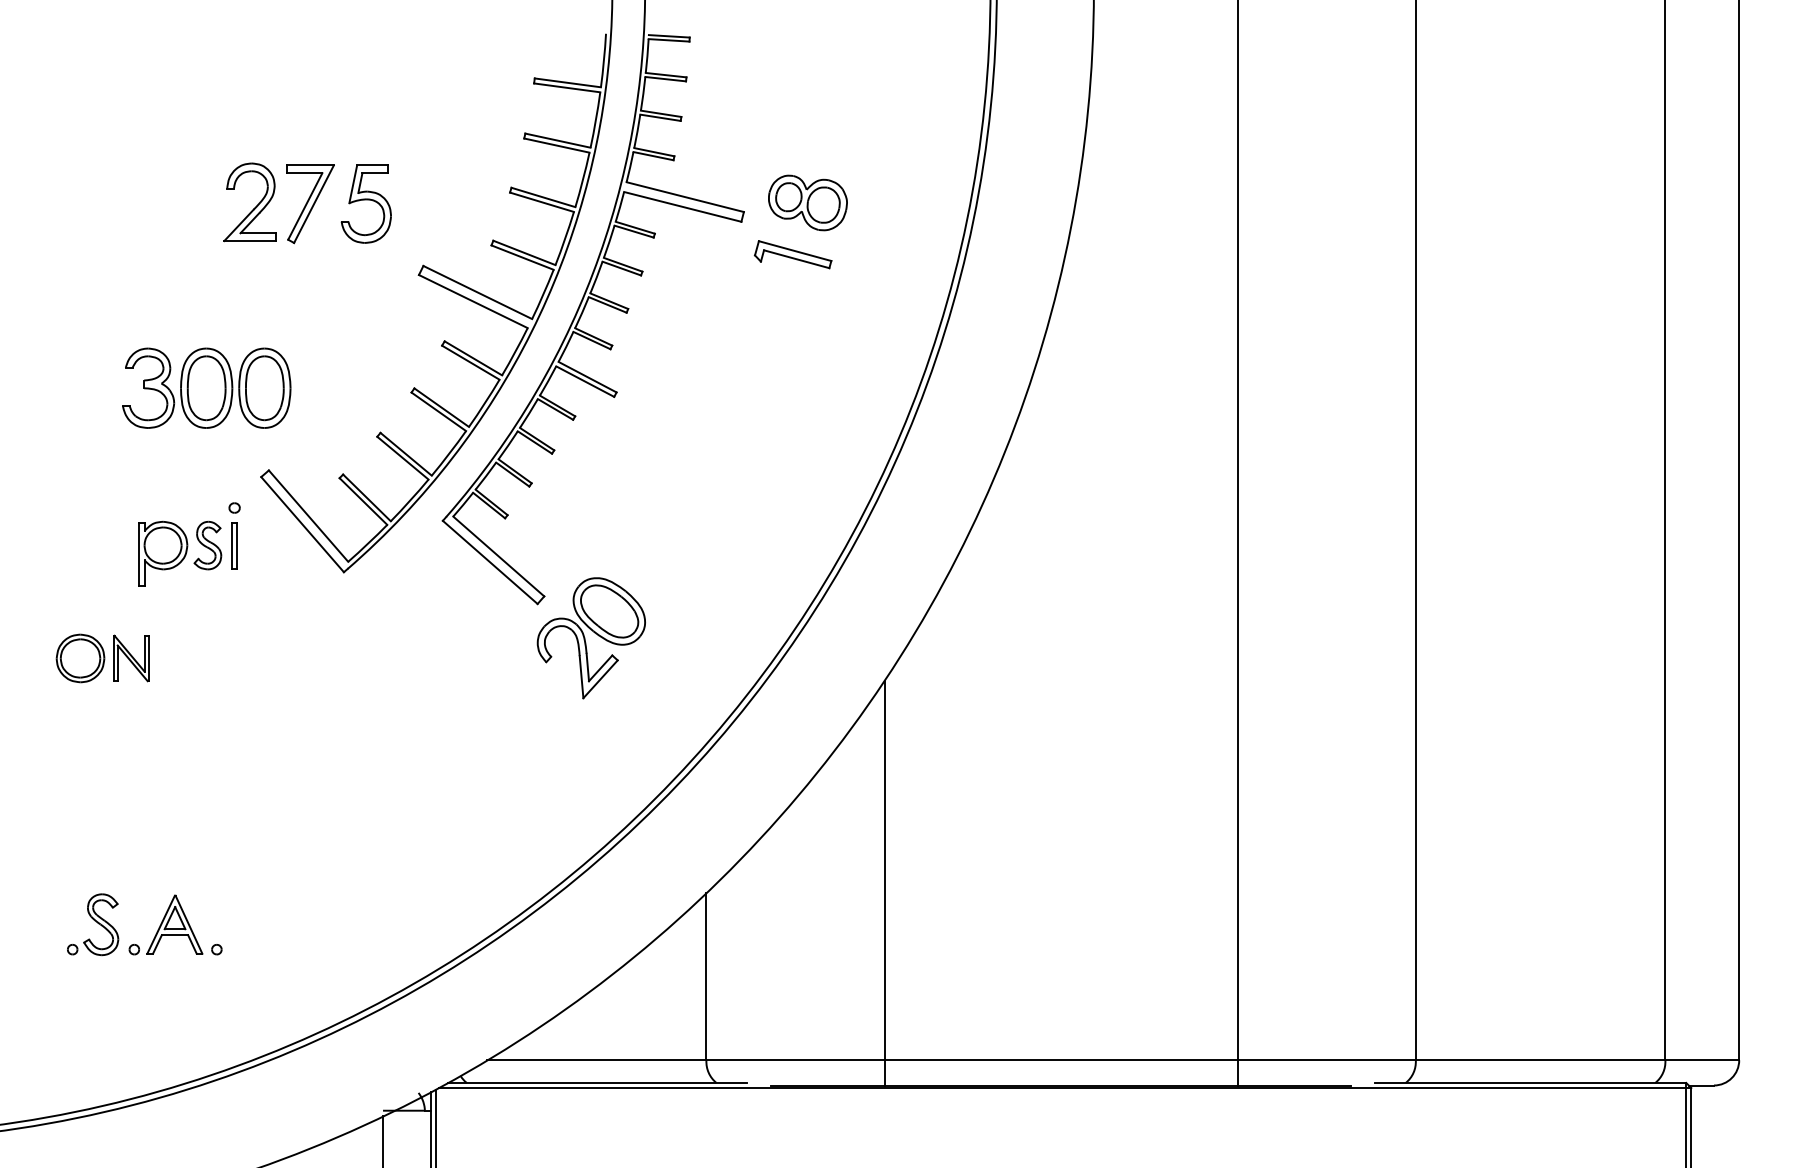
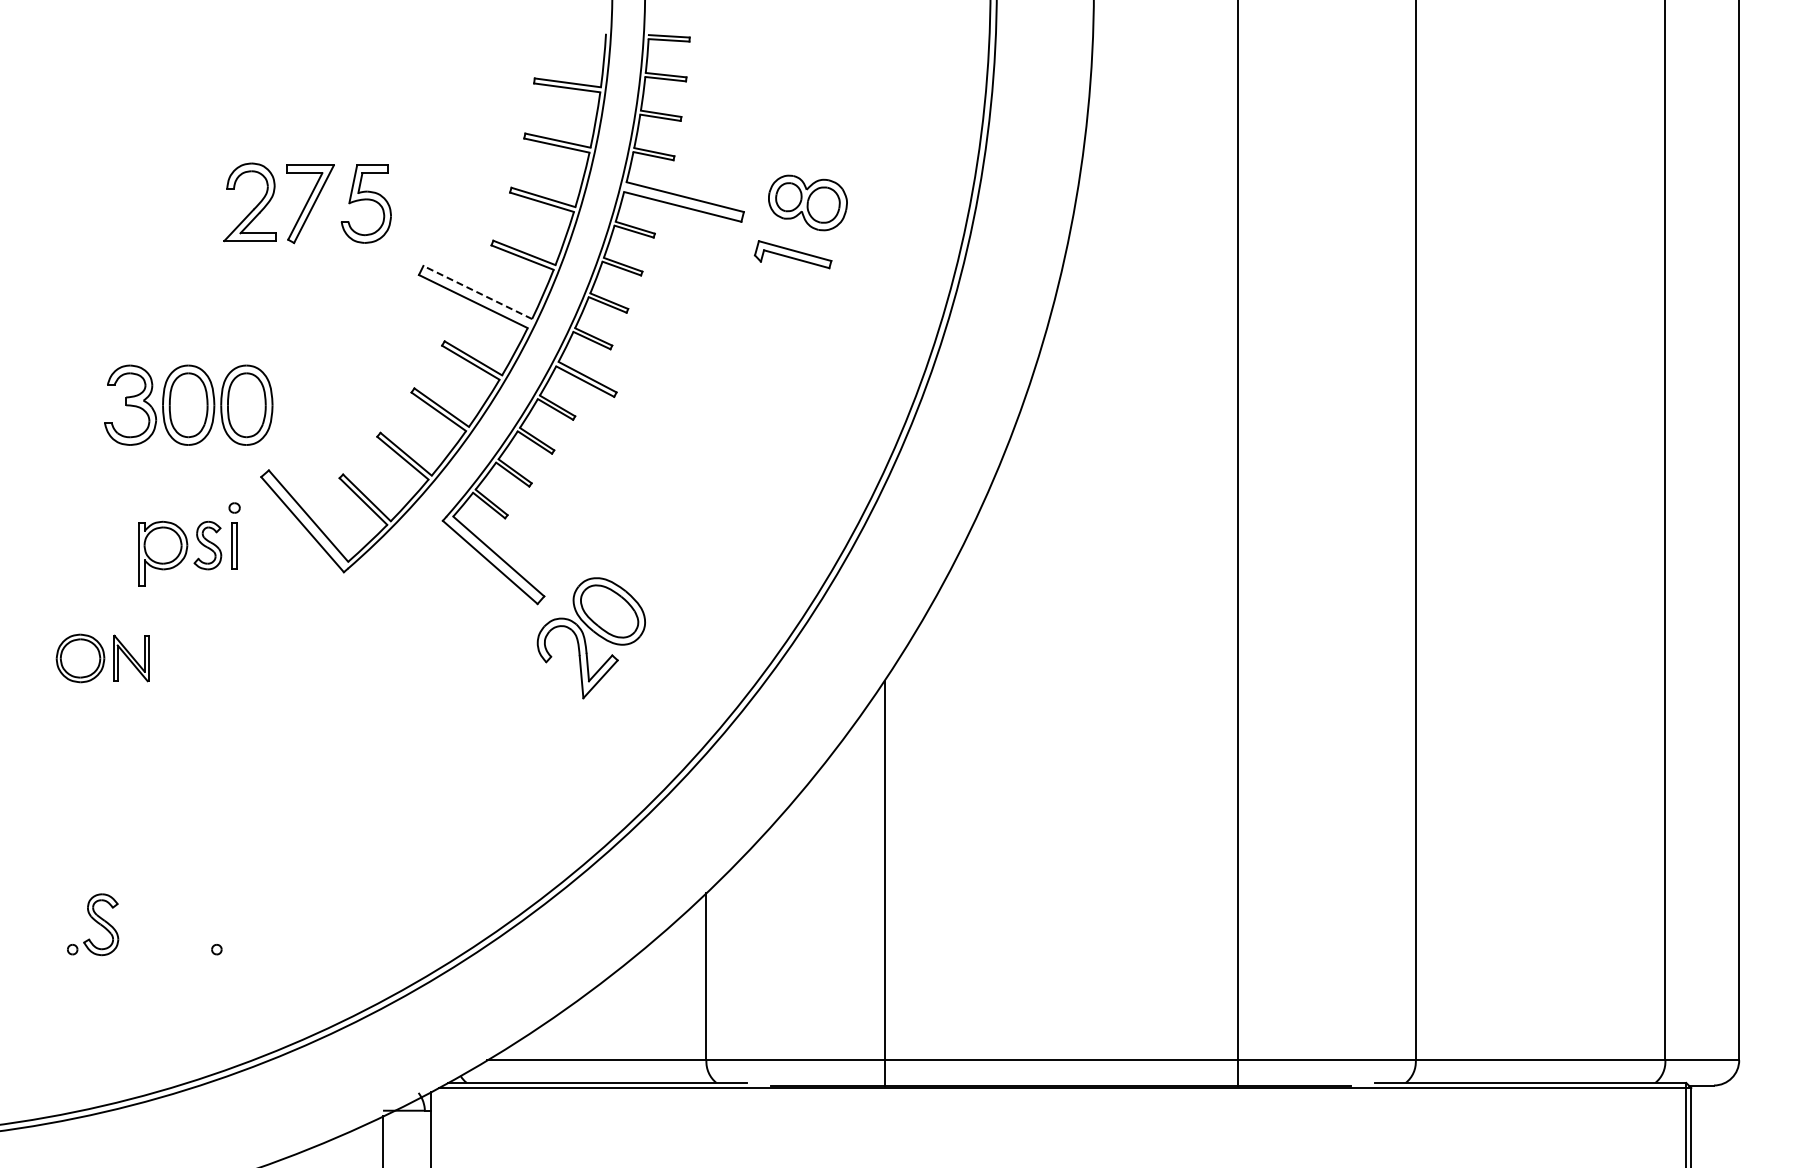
line at (477, 292): solid -> dashed
part at (206, 387) position: (206, 387) -> (188, 404)
part at (165, 924): present -> none
line at (435, 1126): present -> none
